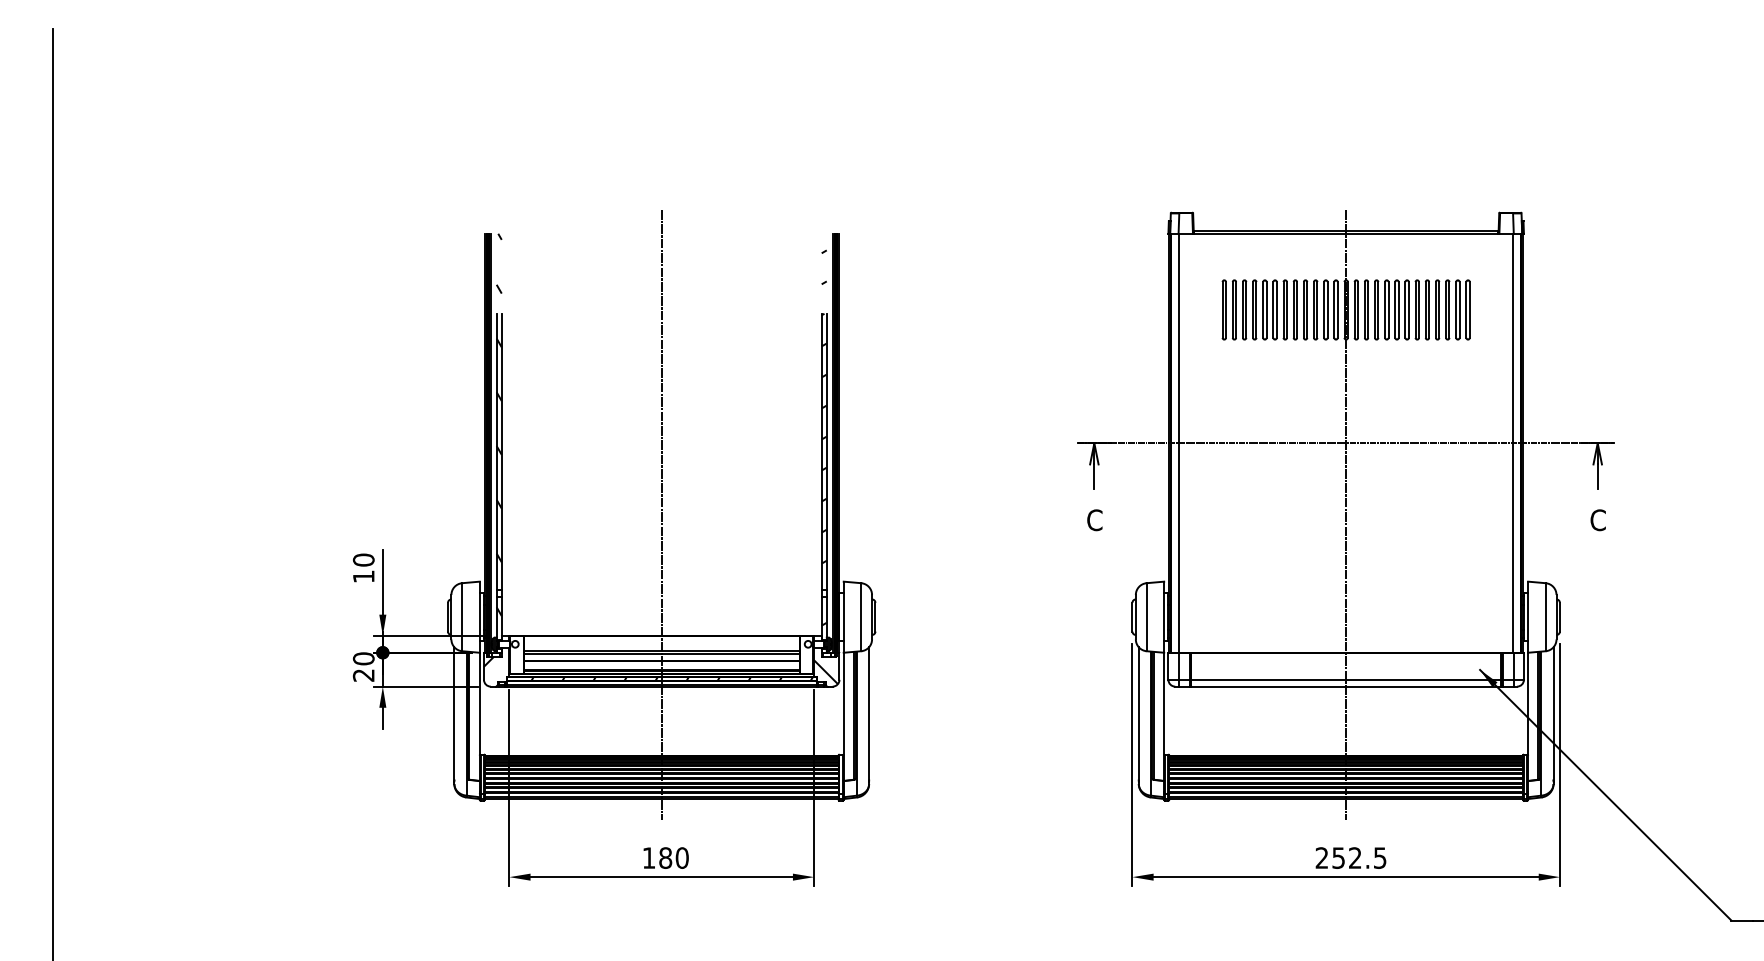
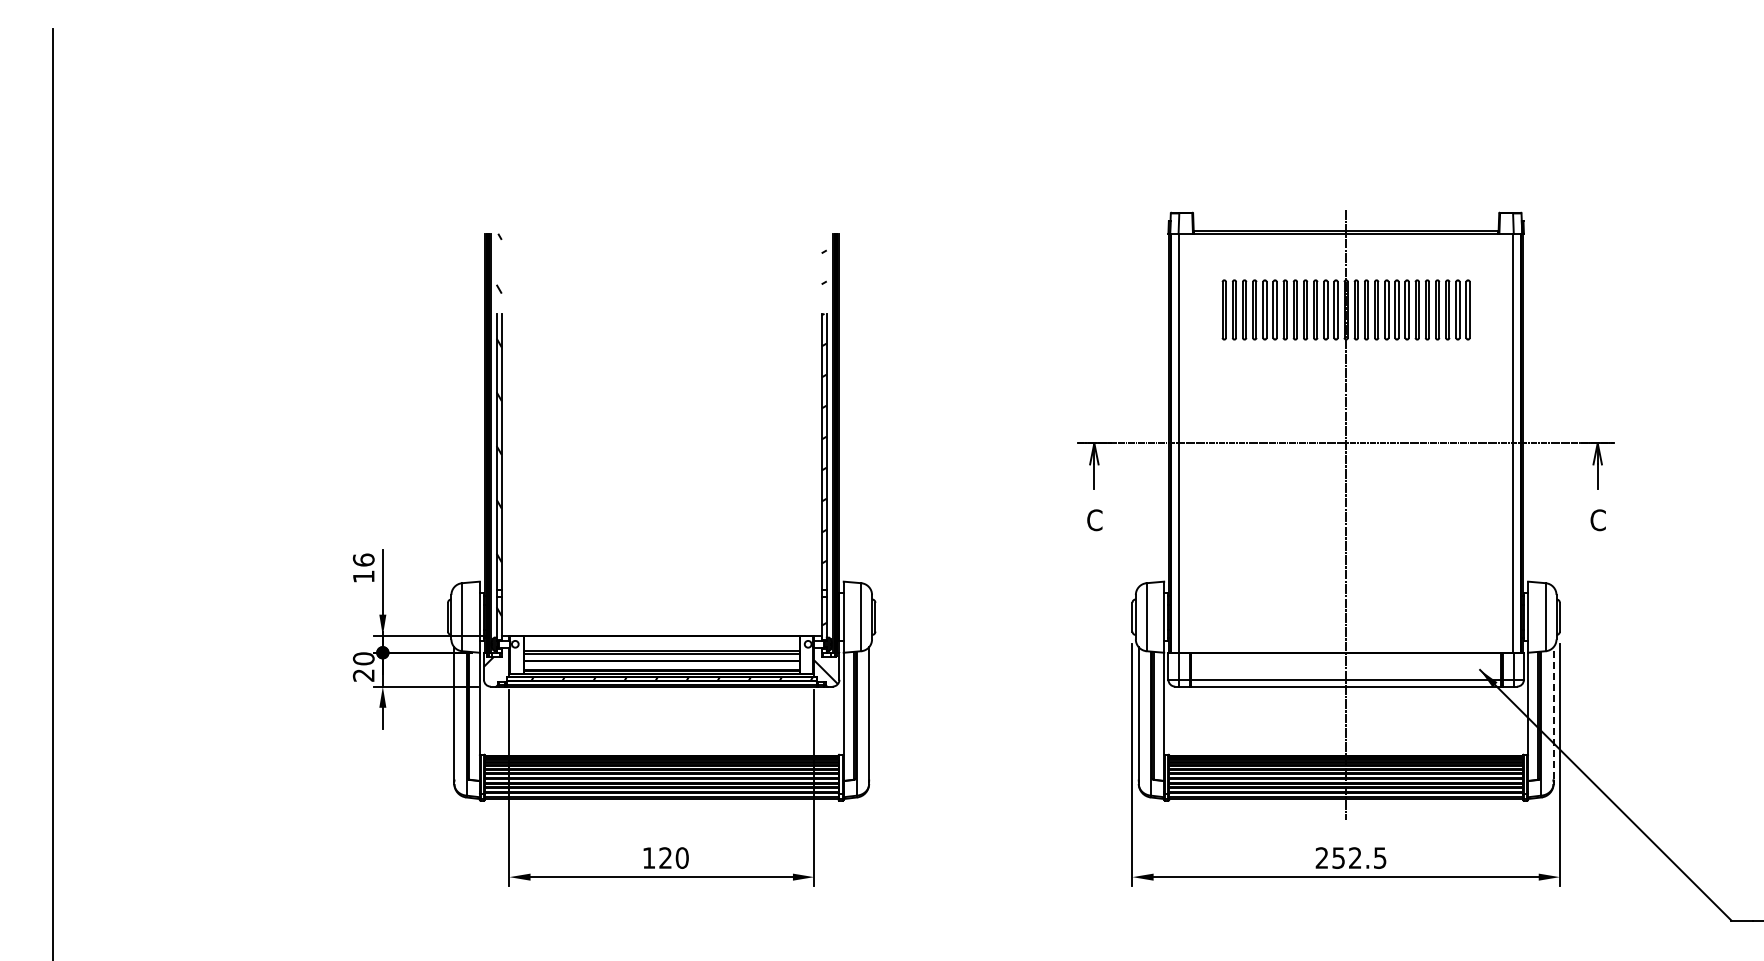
line at (661, 515): present -> none
text at (363, 559): 10 -> 16
line at (1553, 713): solid -> dashed
text at (665, 857): 180 -> 120
